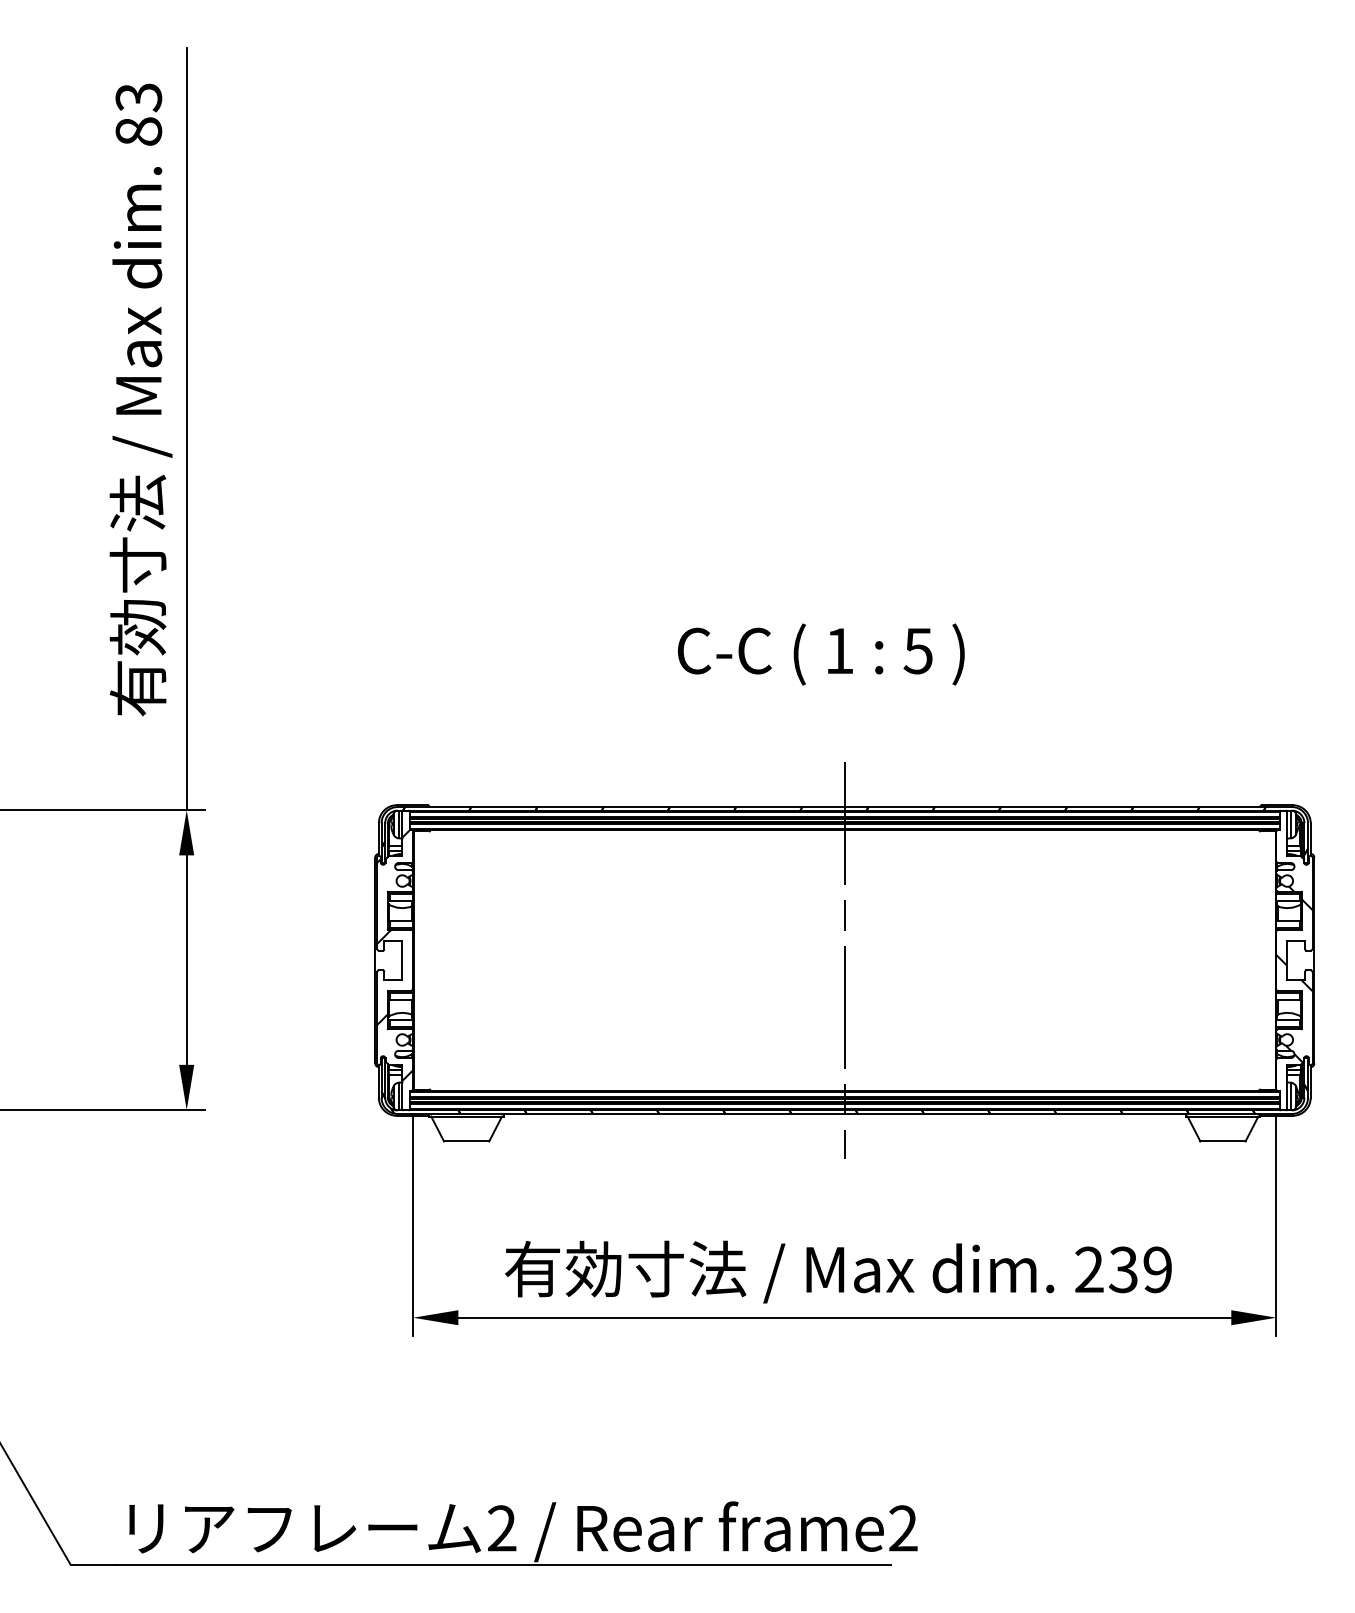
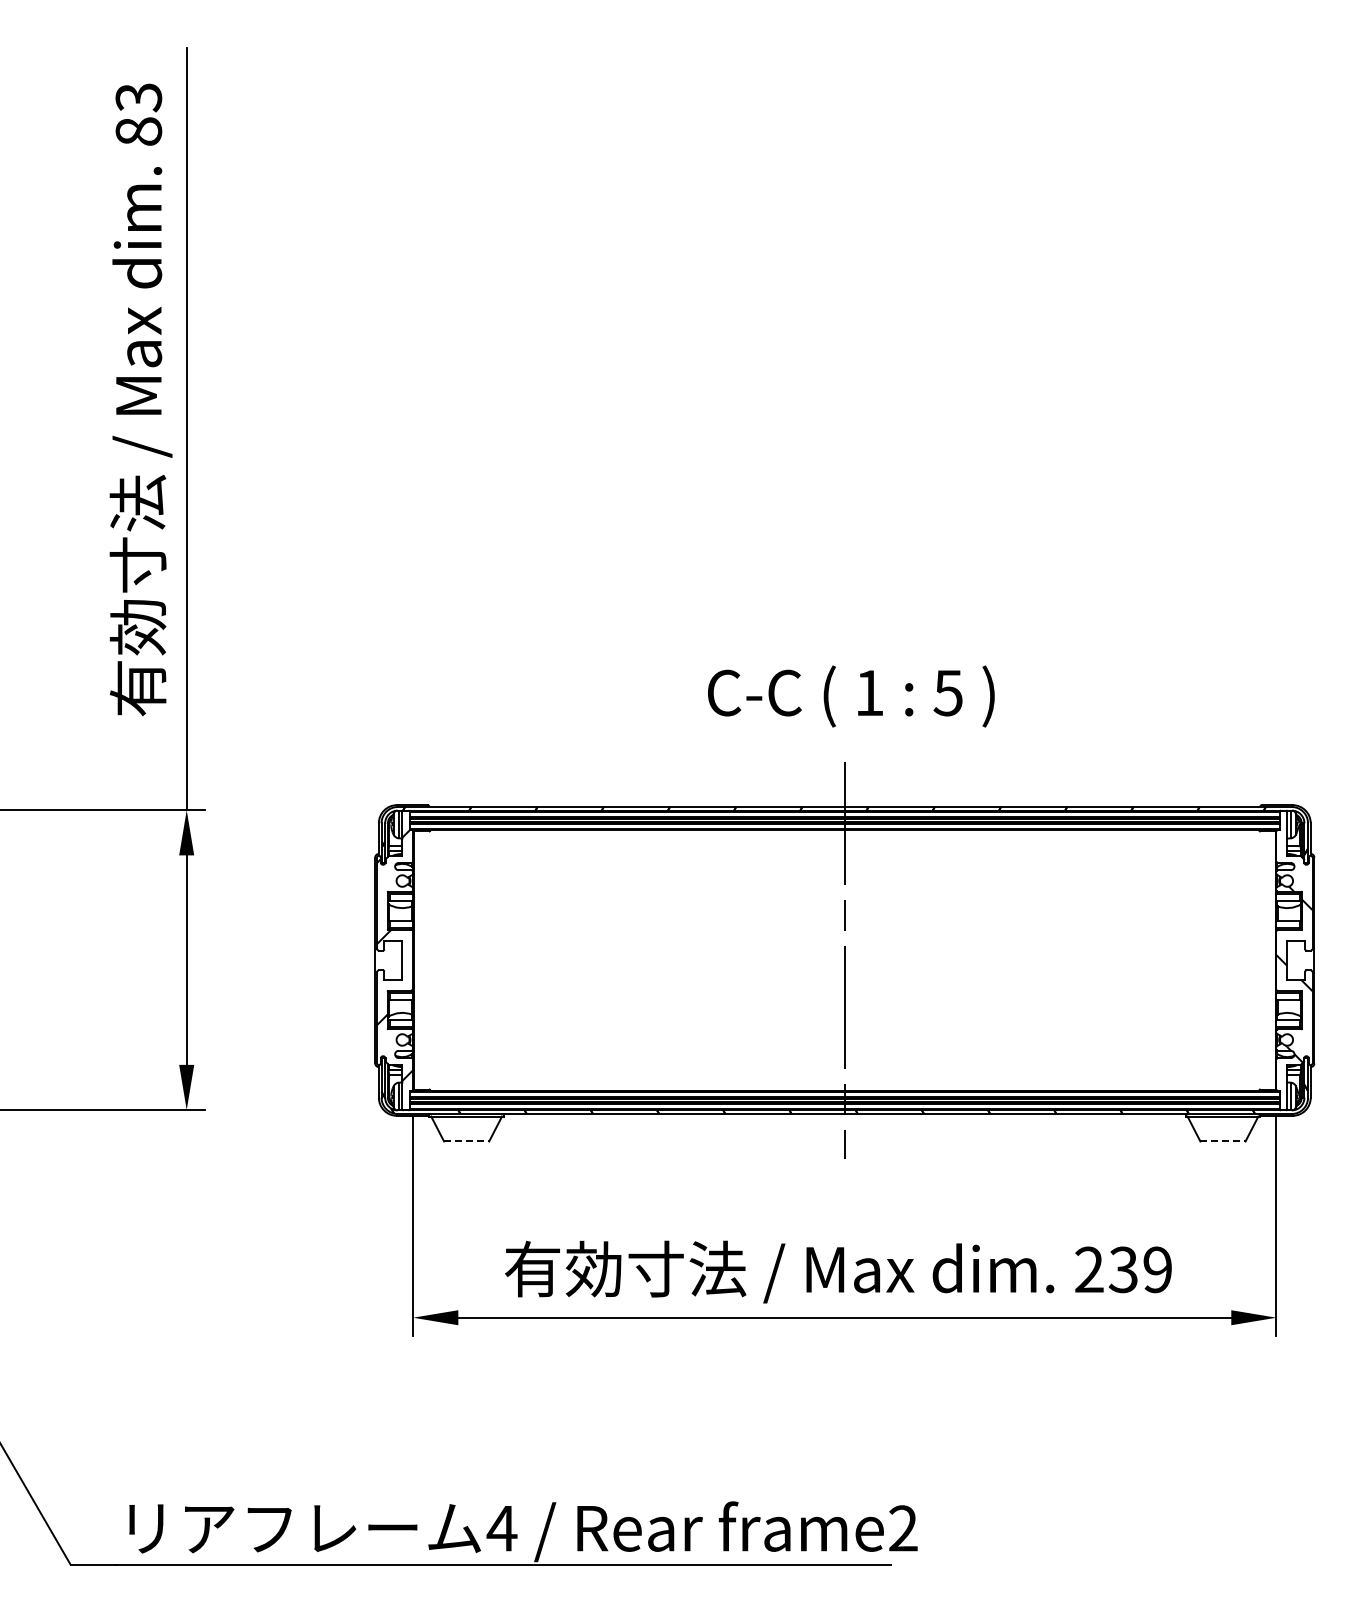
text at (821, 654) position: (821, 654) -> (851, 696)
line at (466, 1141): solid -> dashed
line at (1222, 1141): solid -> dashed
text at (501, 1528): 2 -> 4
